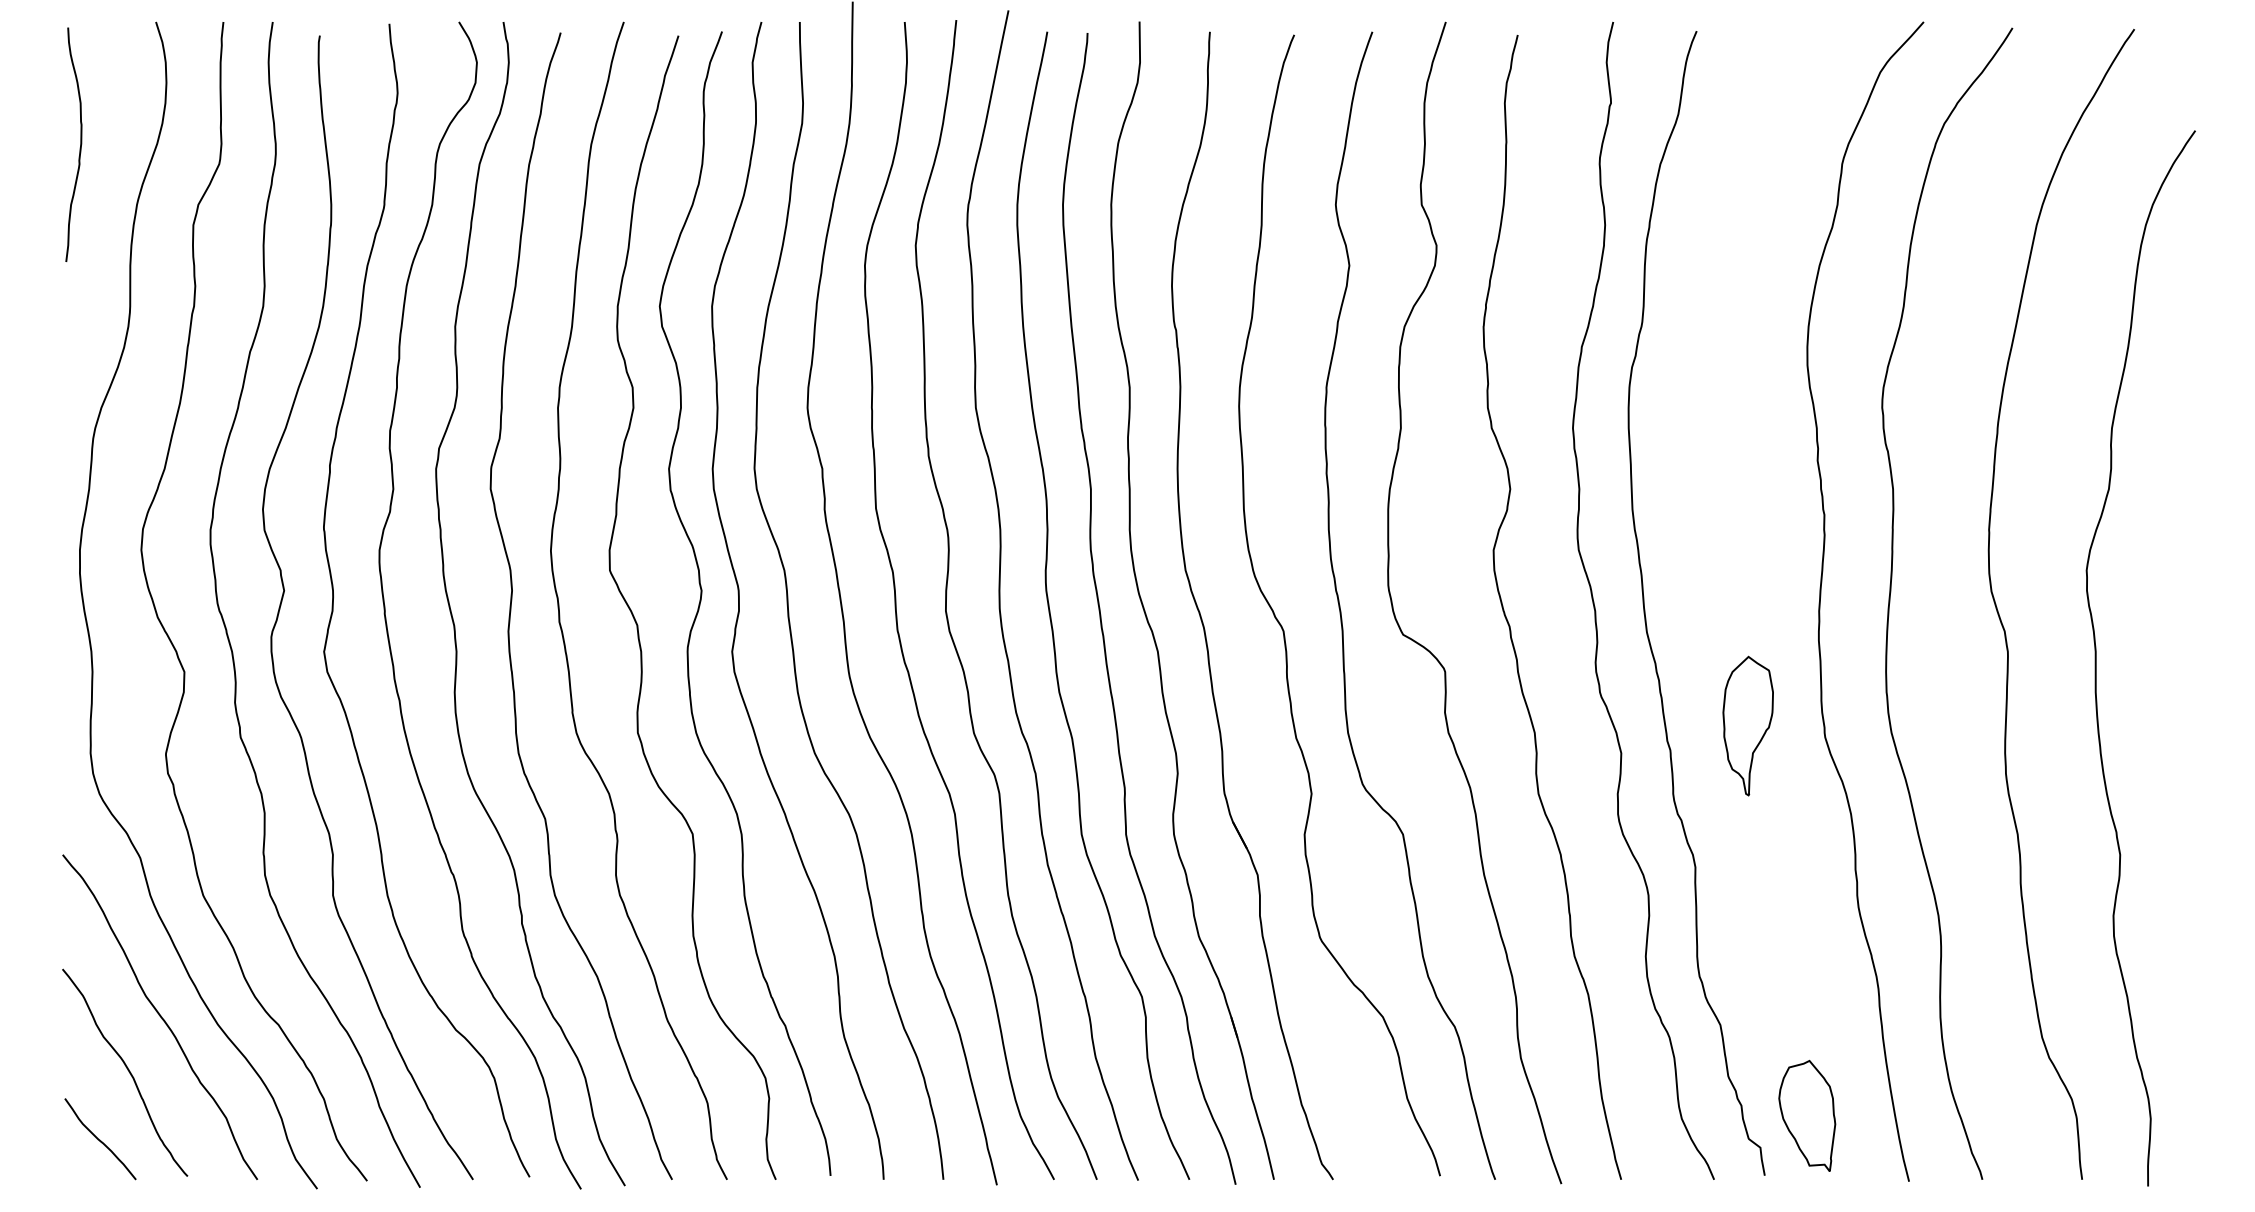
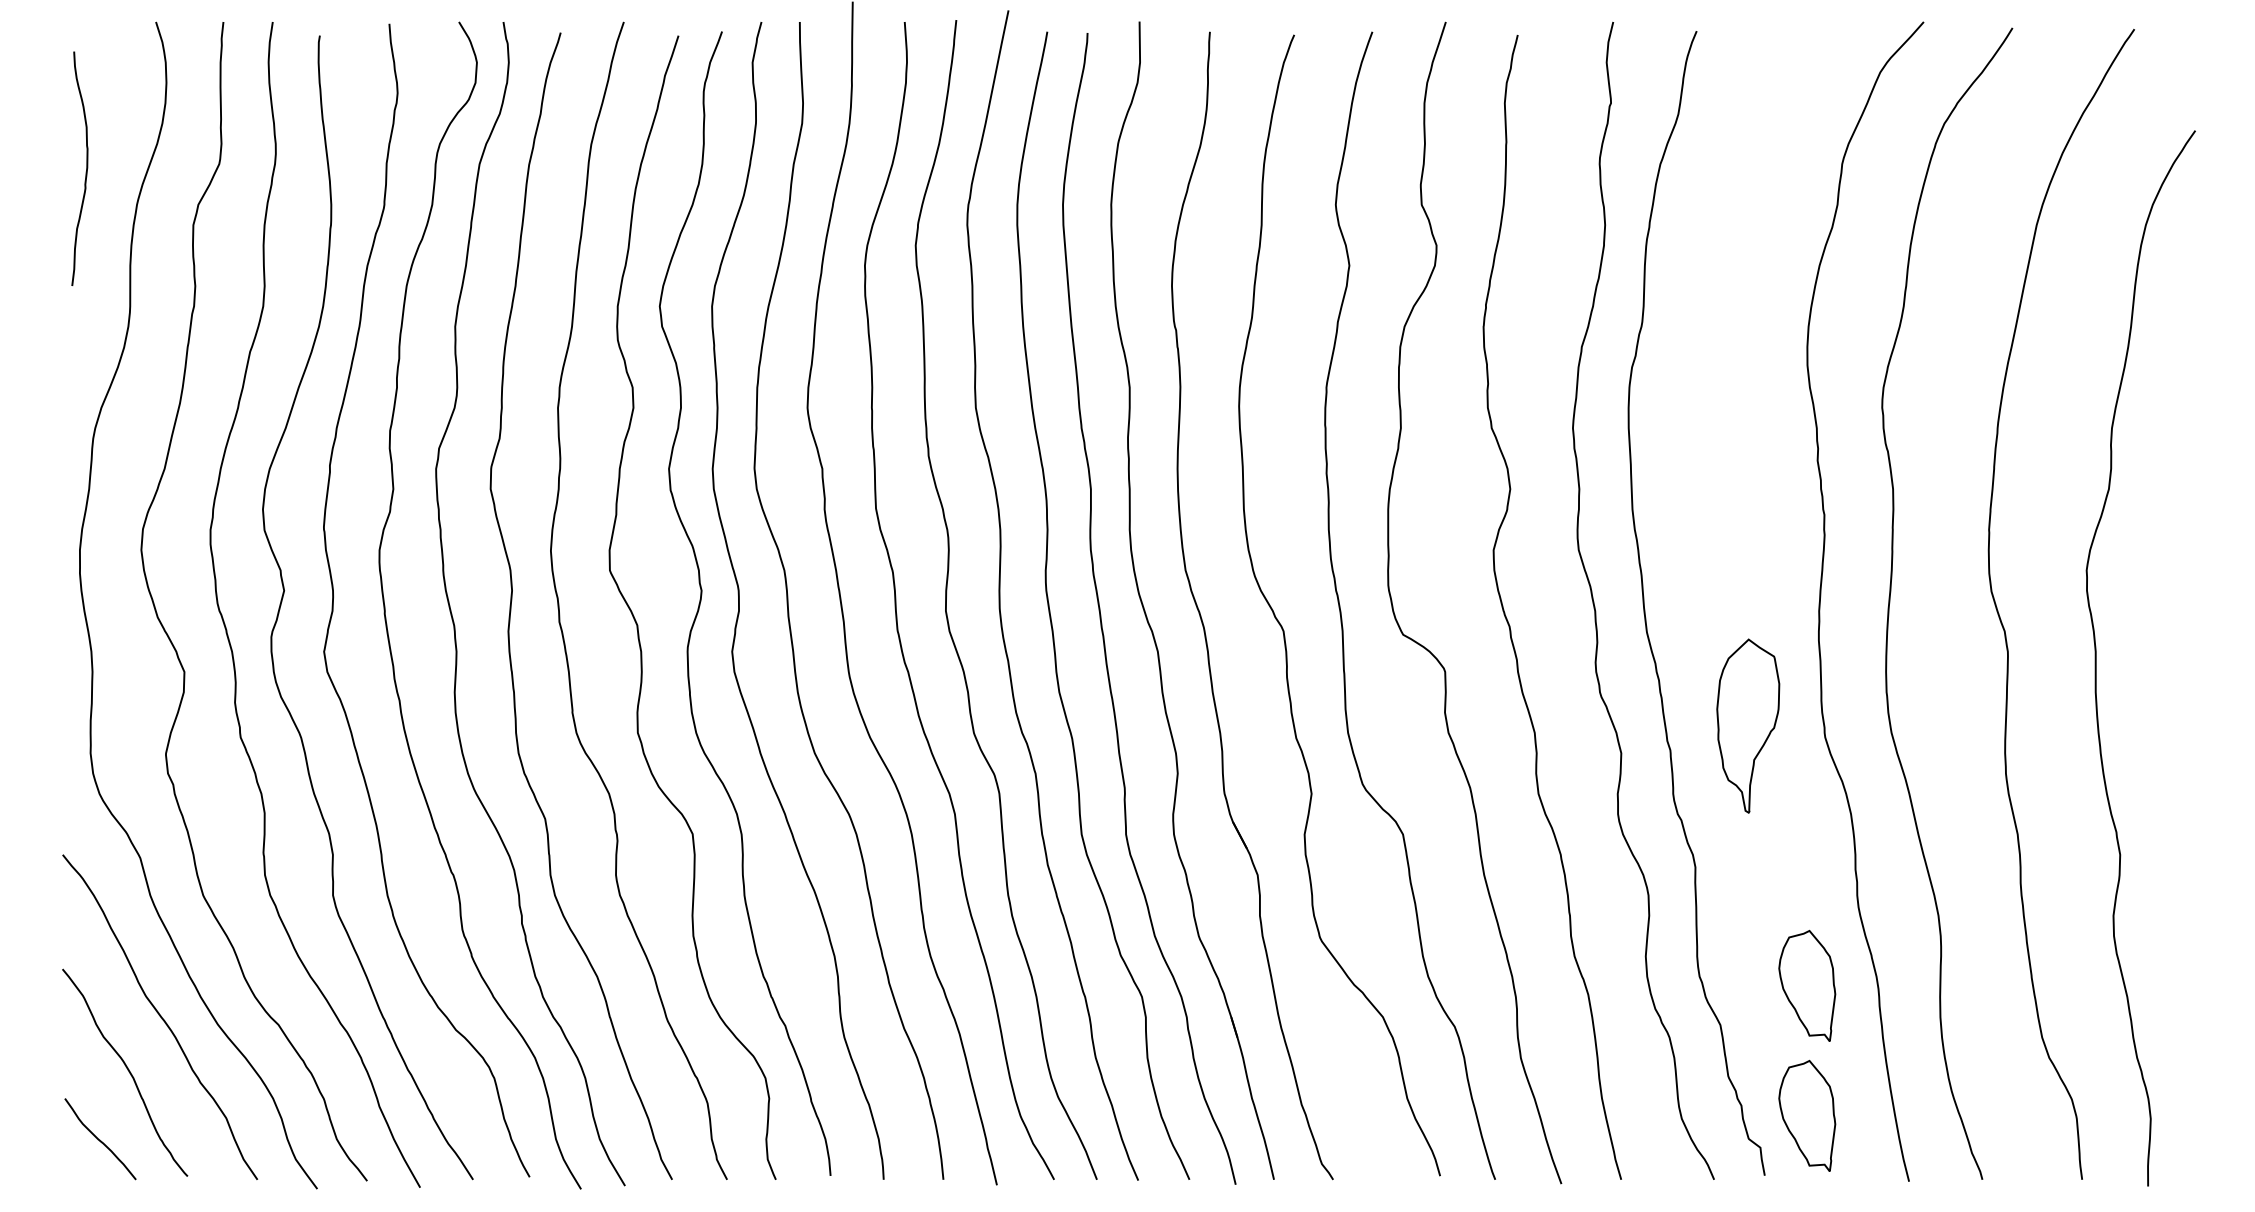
curve at (80, 144) position: (80, 144) -> (86, 168)
part at (1747, 725) size: 52x142 px -> 65x176 px
part at (1807, 985): none -> present
